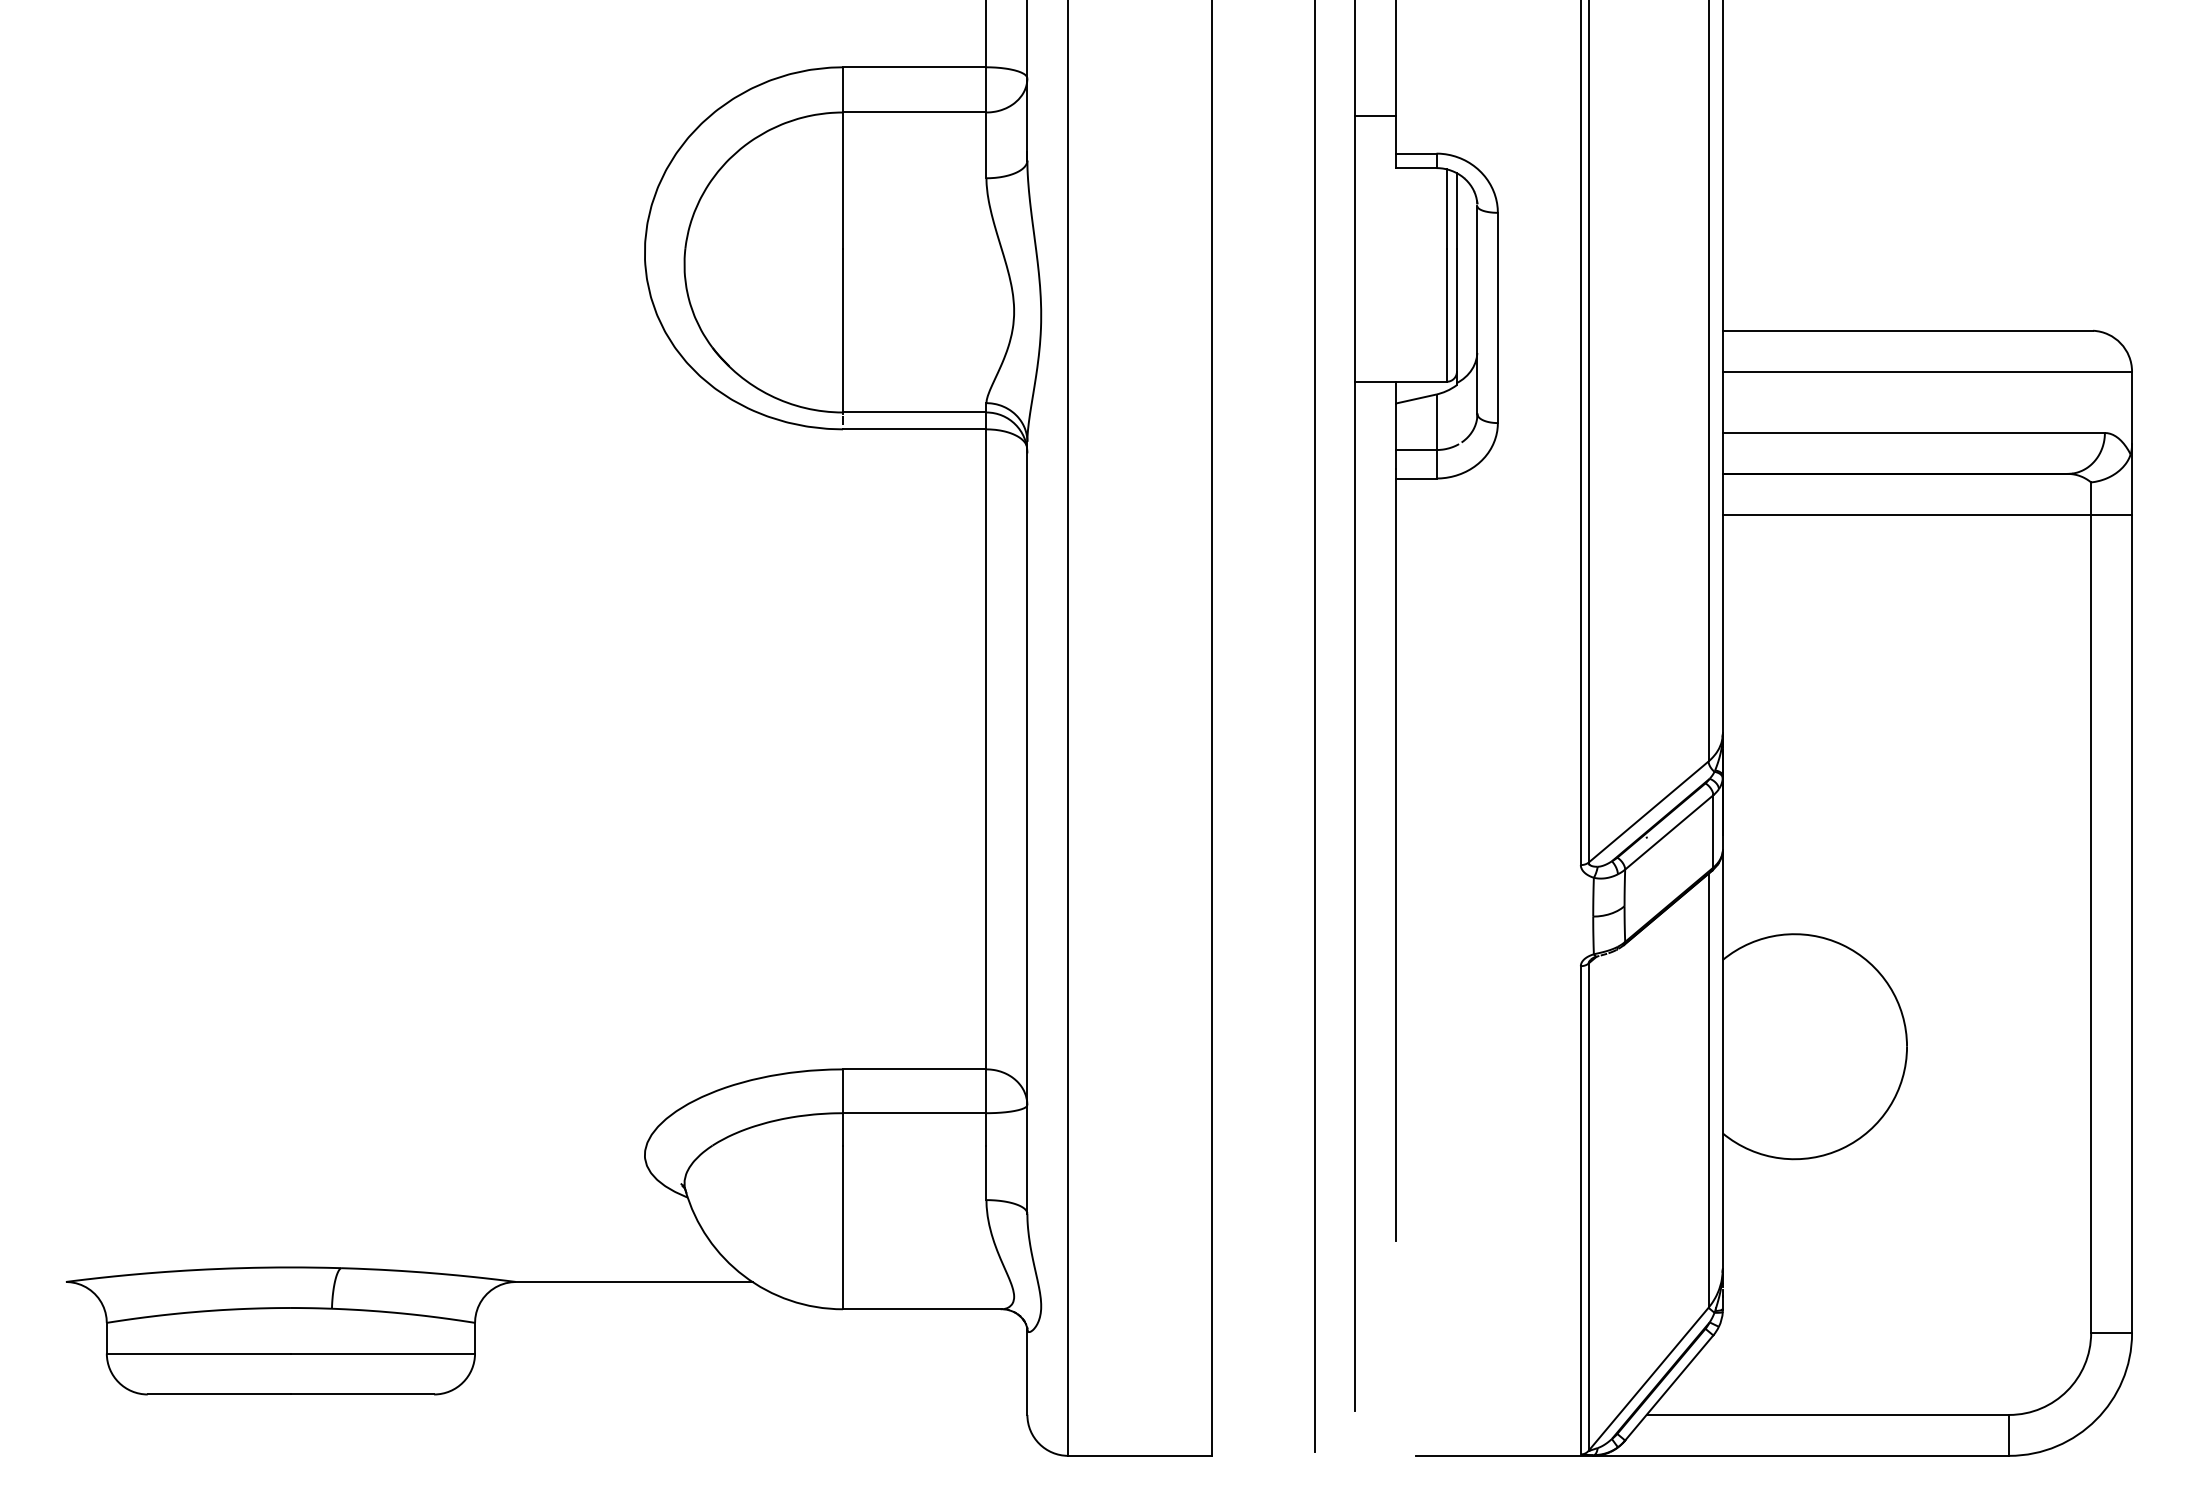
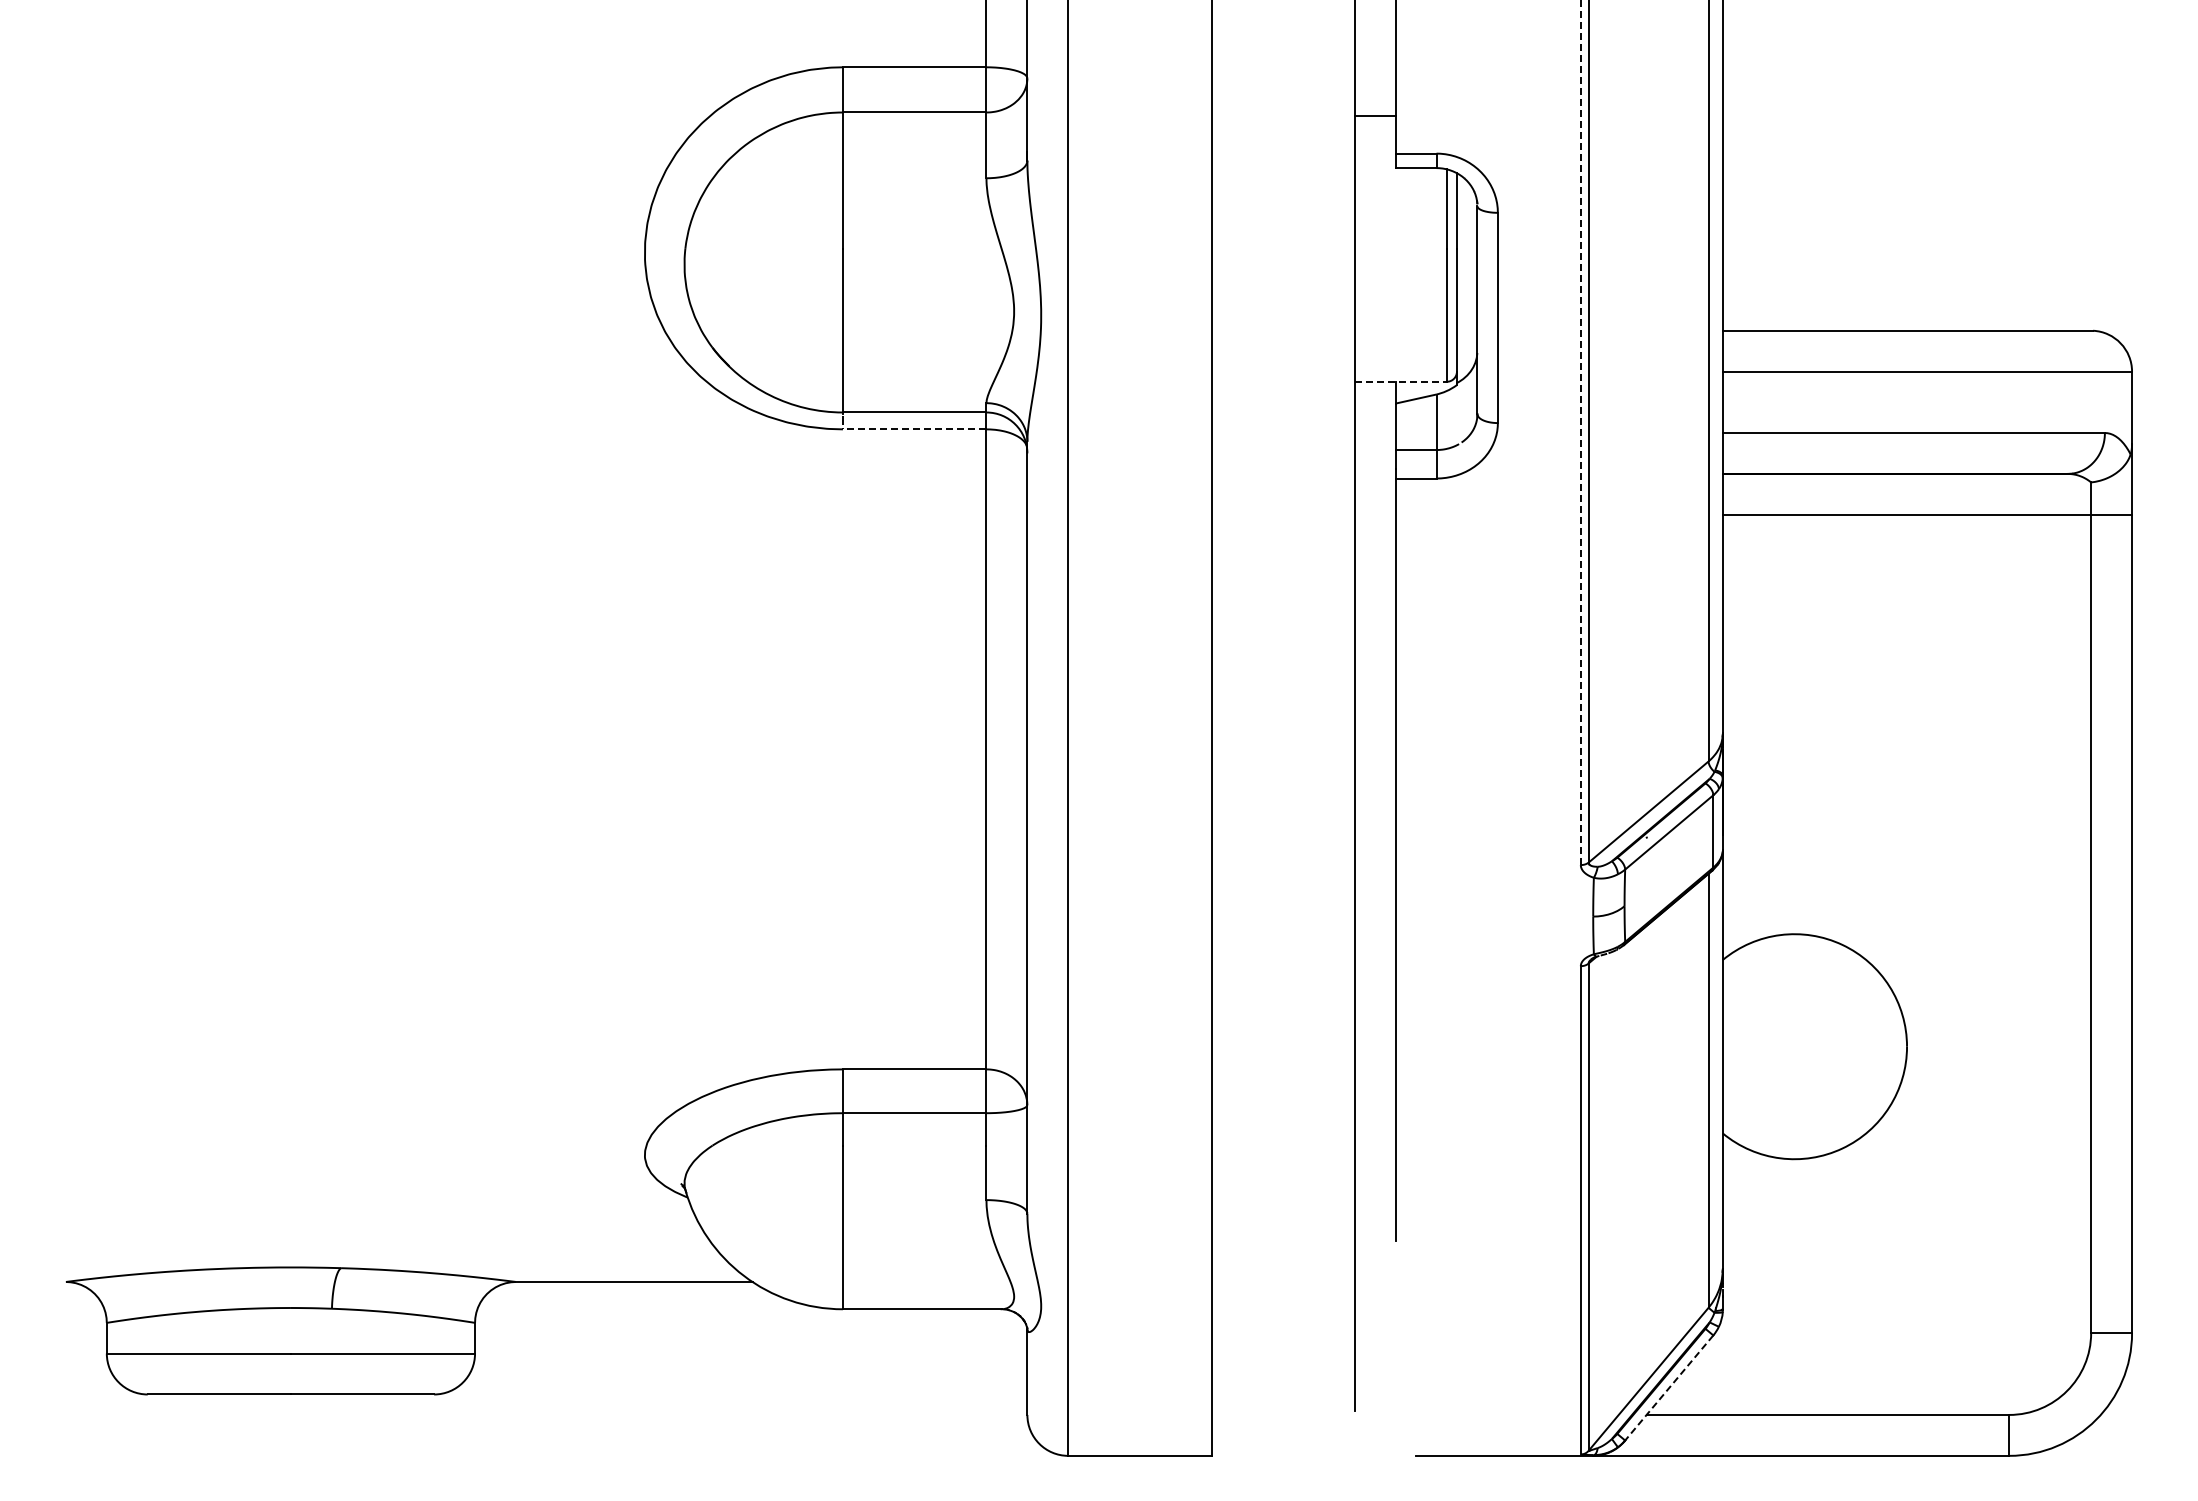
line at (1401, 381): solid -> dashed
line at (914, 429): solid -> dashed
line at (1580, 432): solid -> dashed
line at (1315, 727): present -> none
line at (1669, 1387): solid -> dashed
